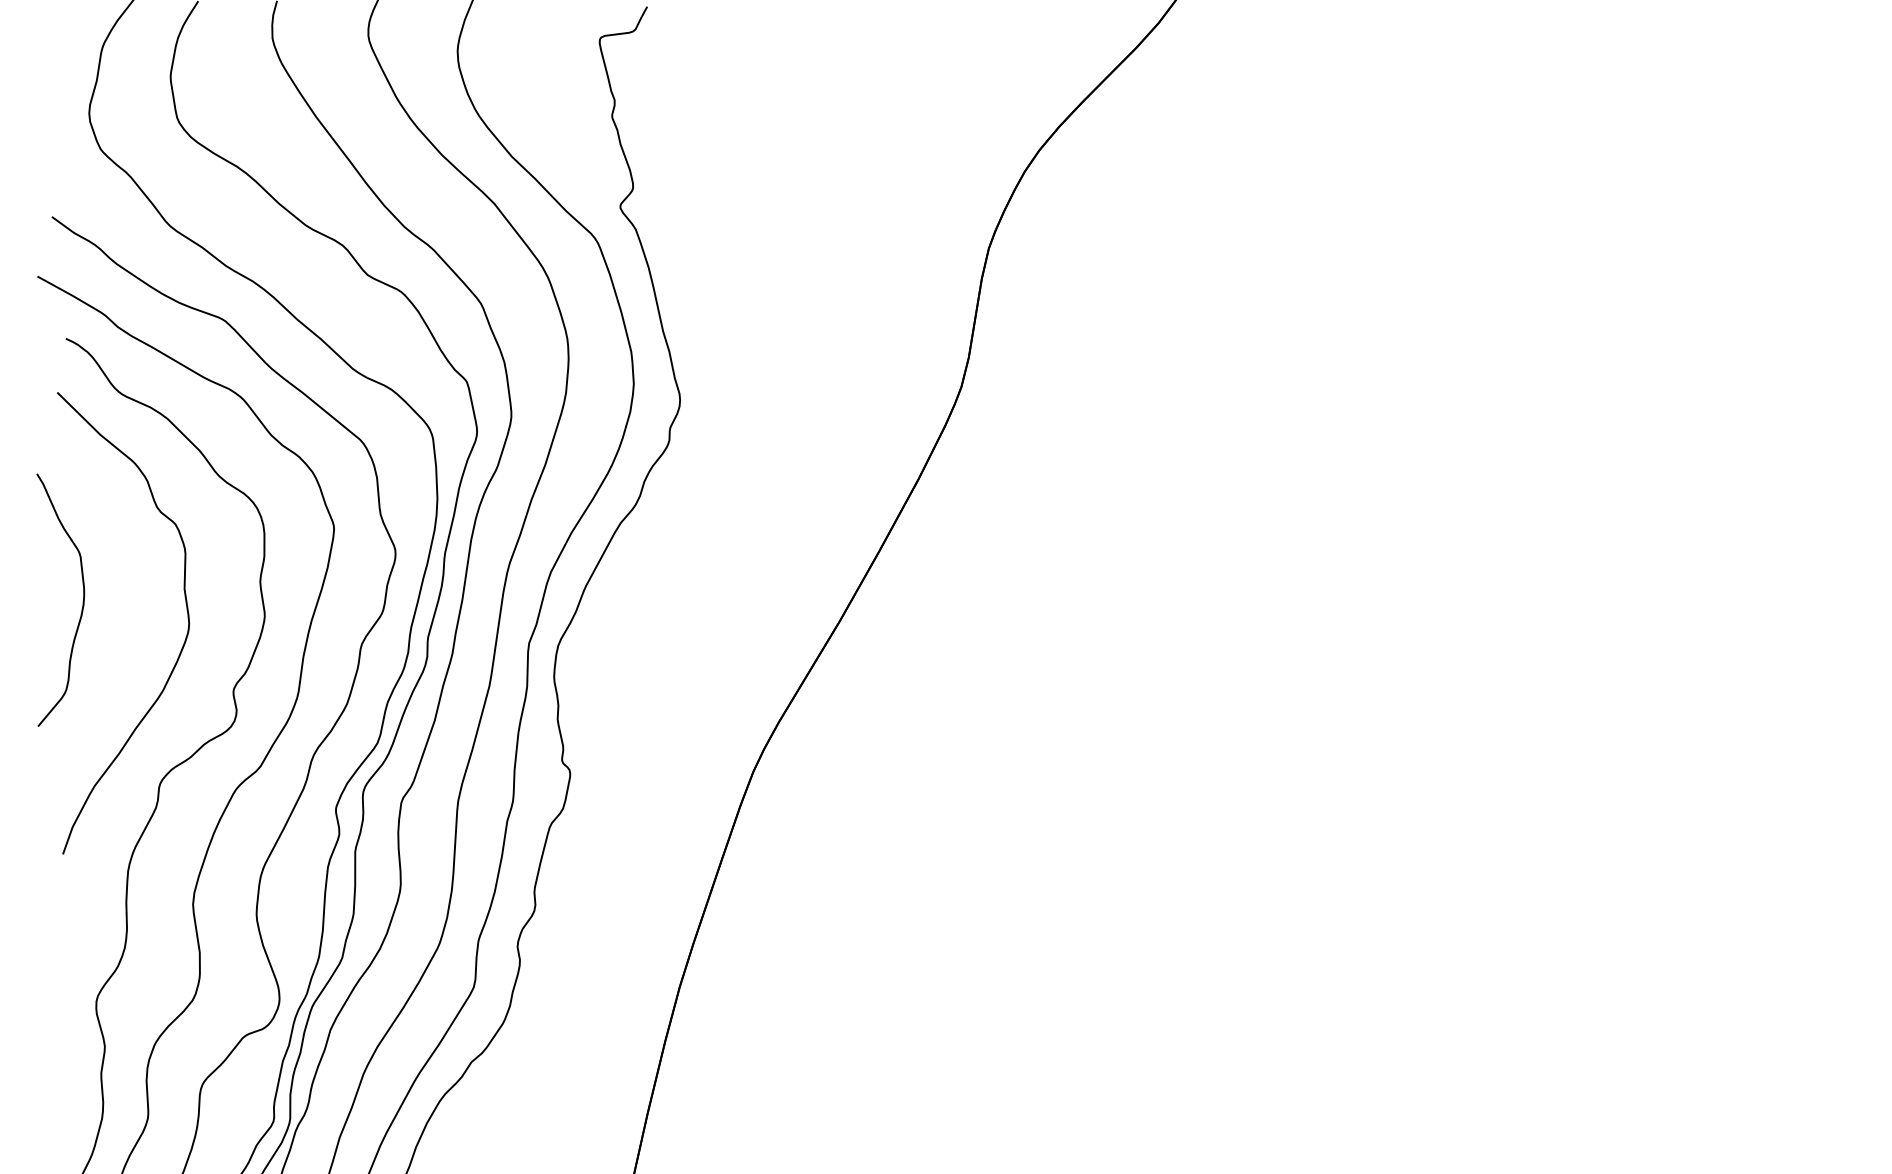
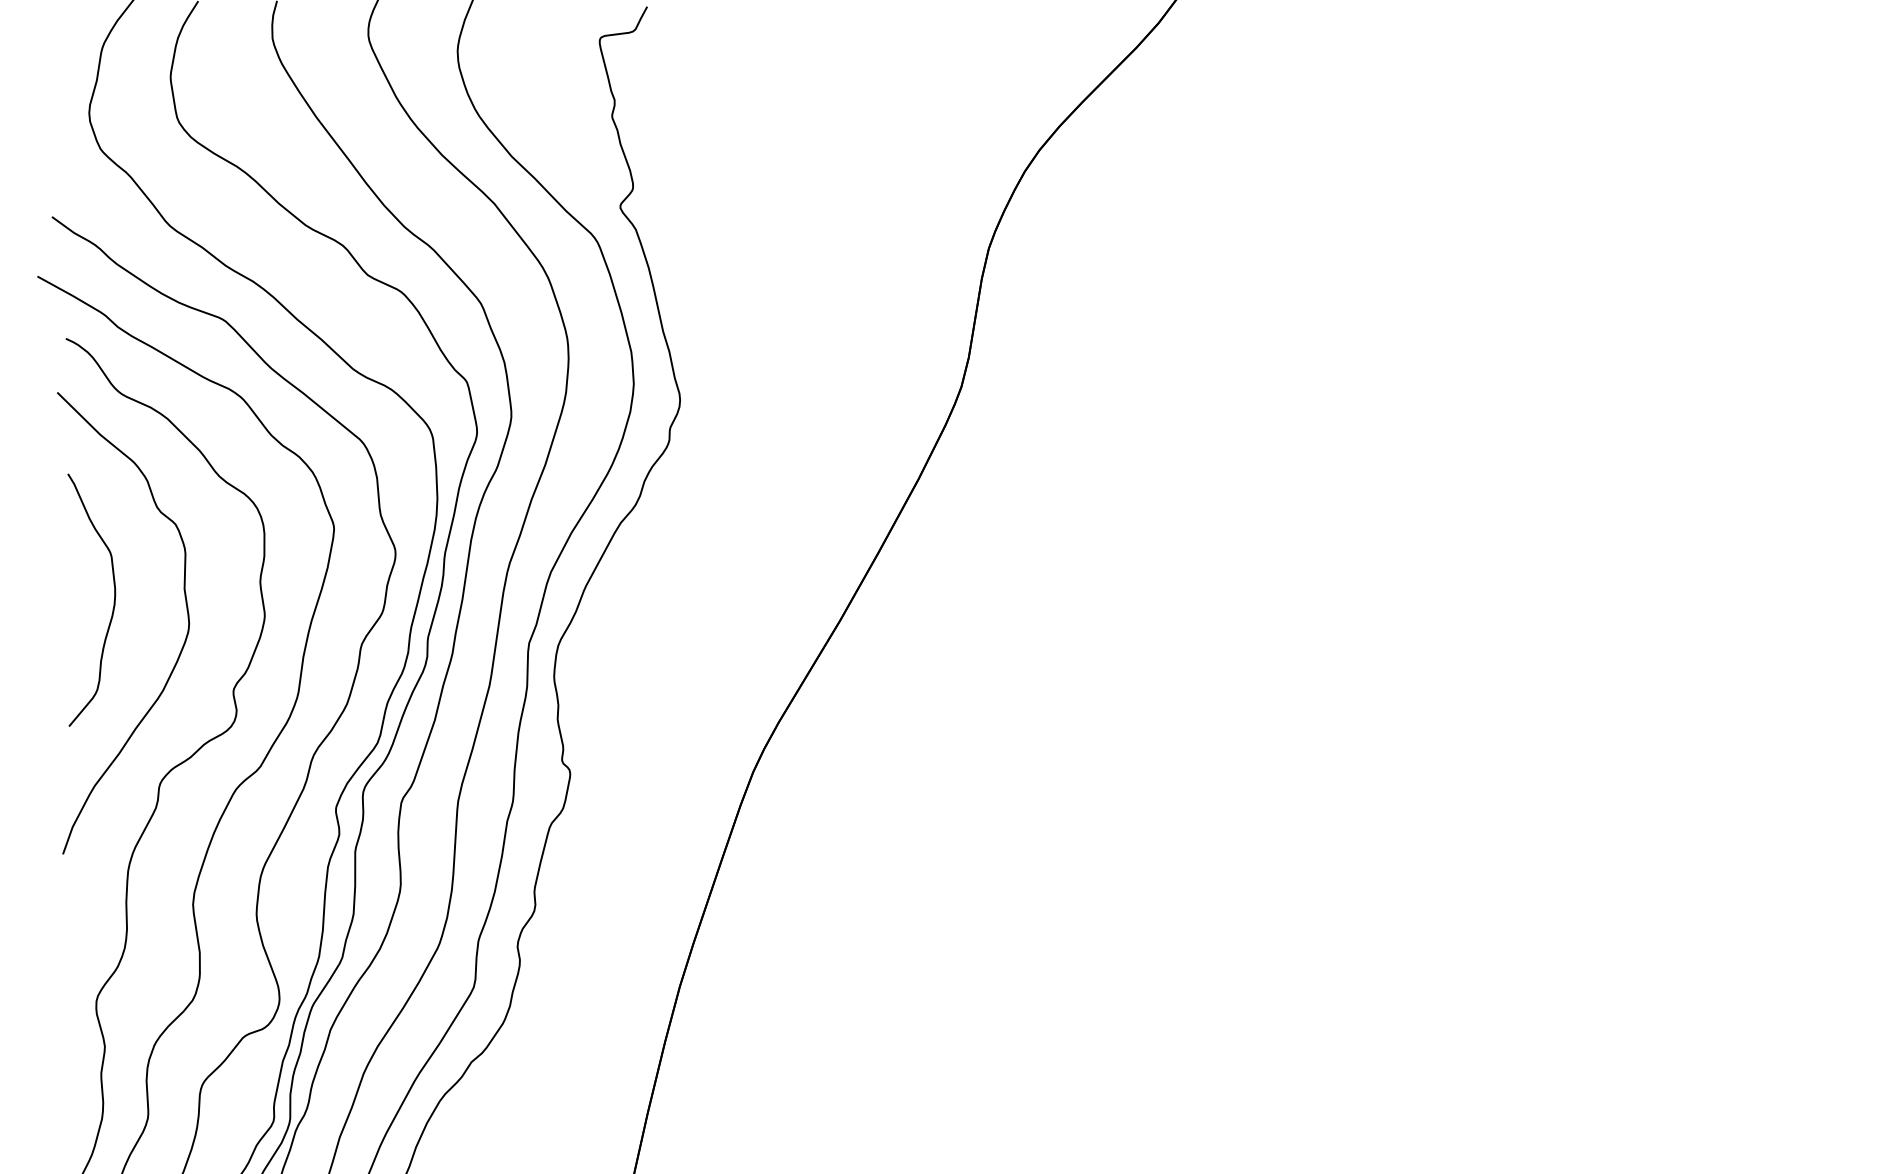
curve at (82, 601) position: (82, 601) -> (113, 601)
